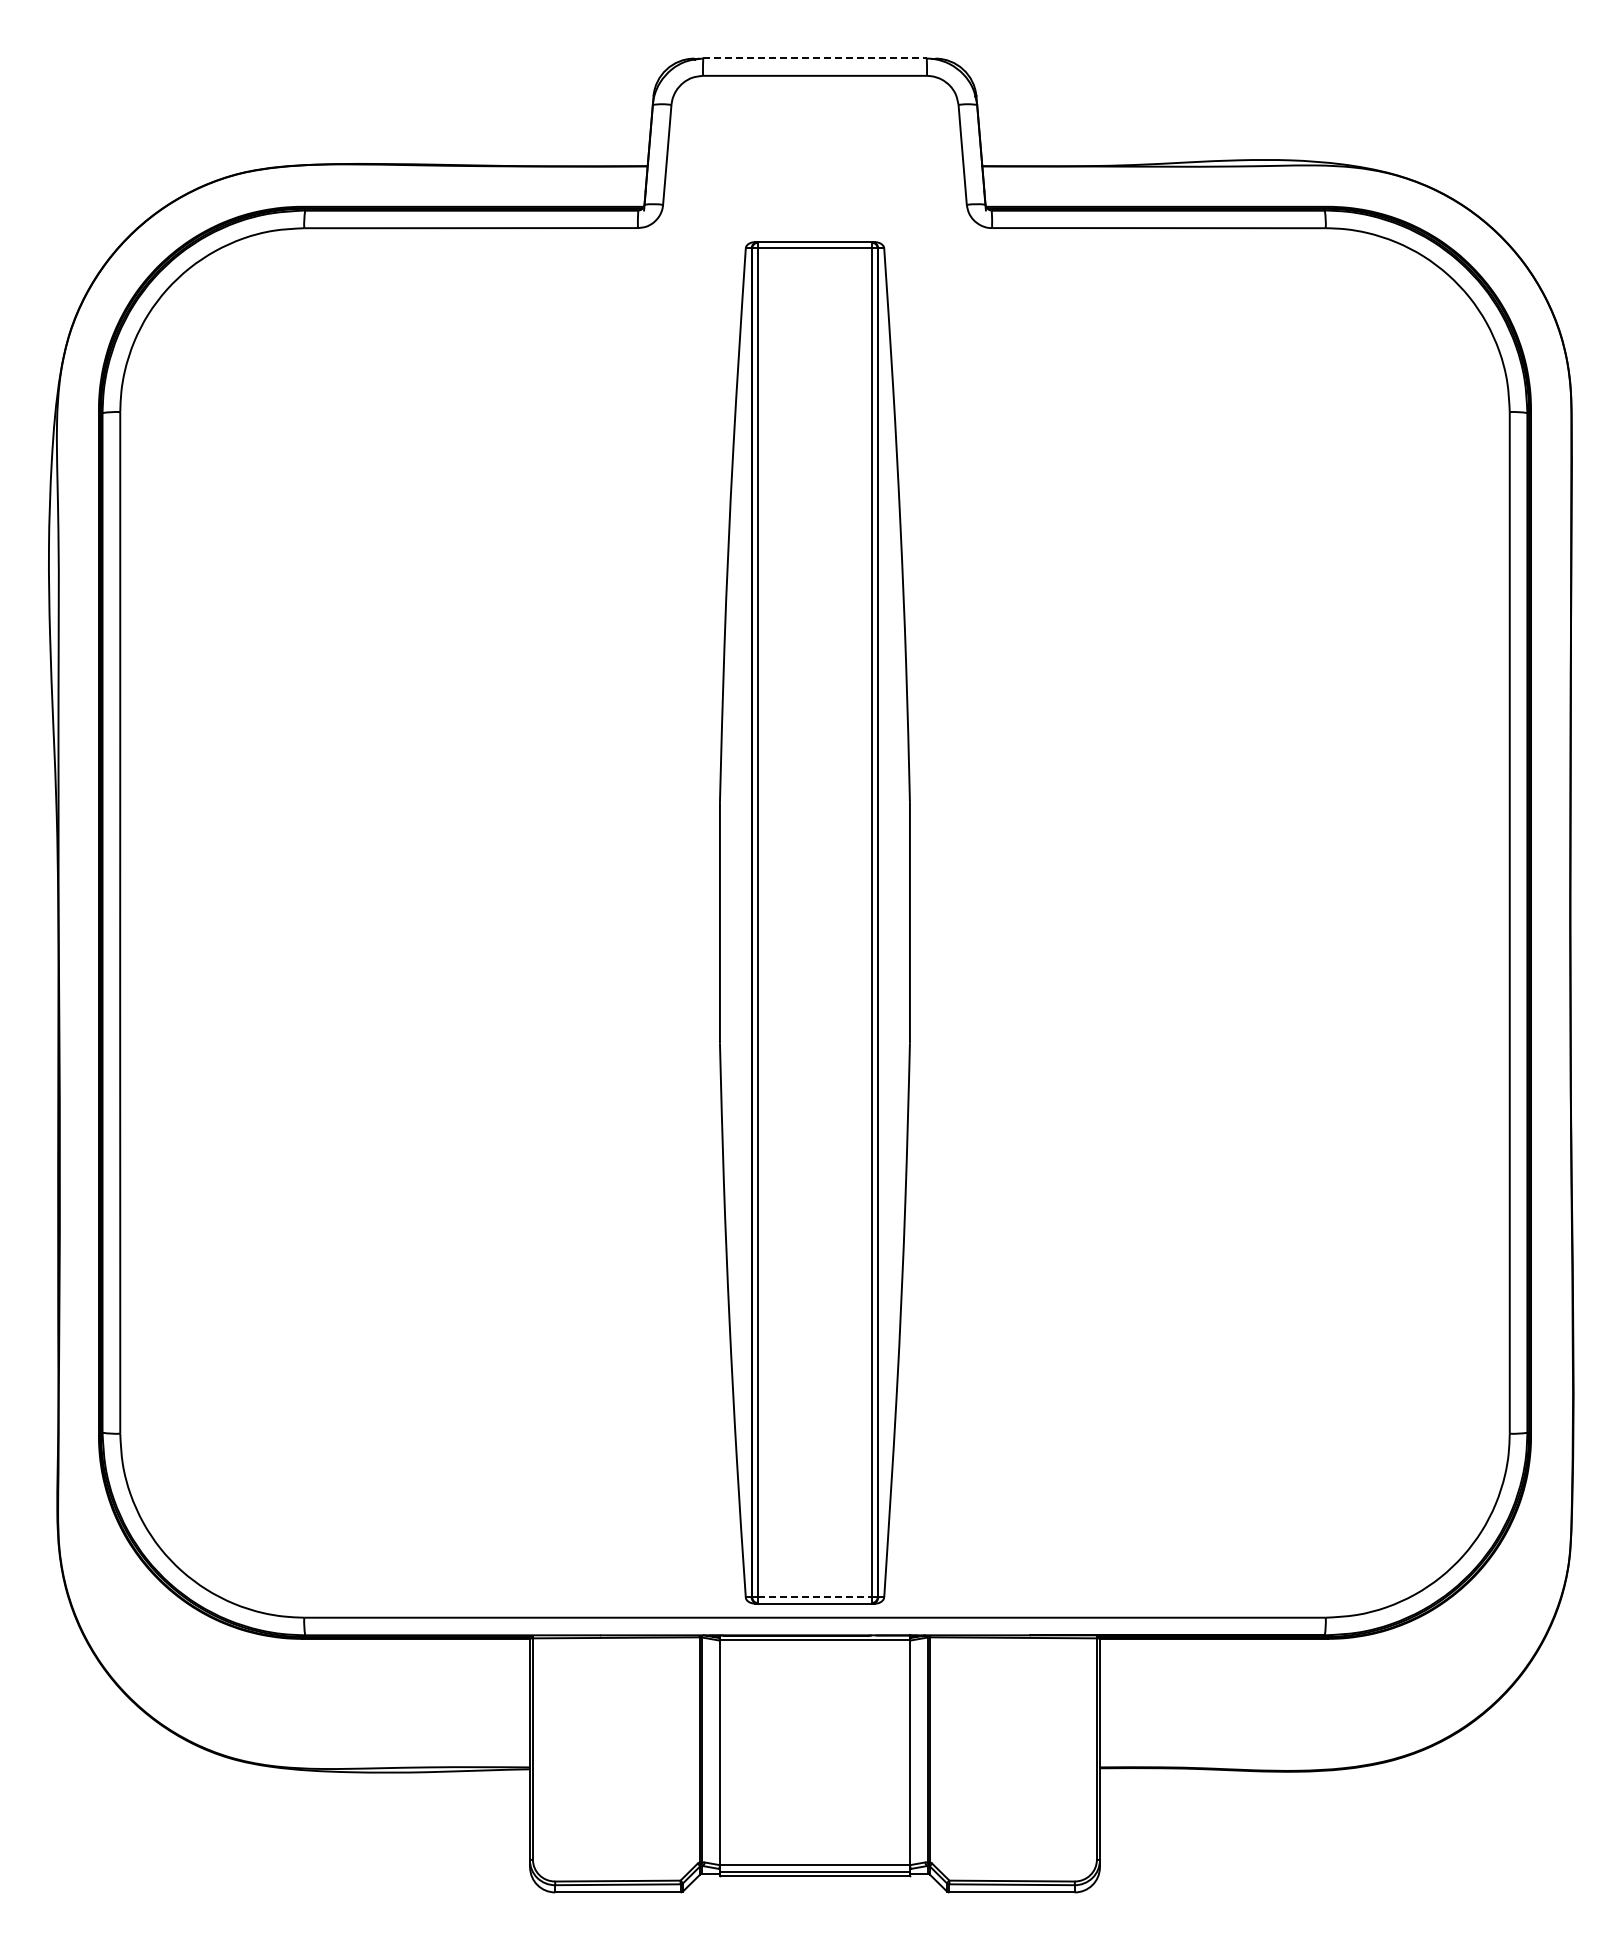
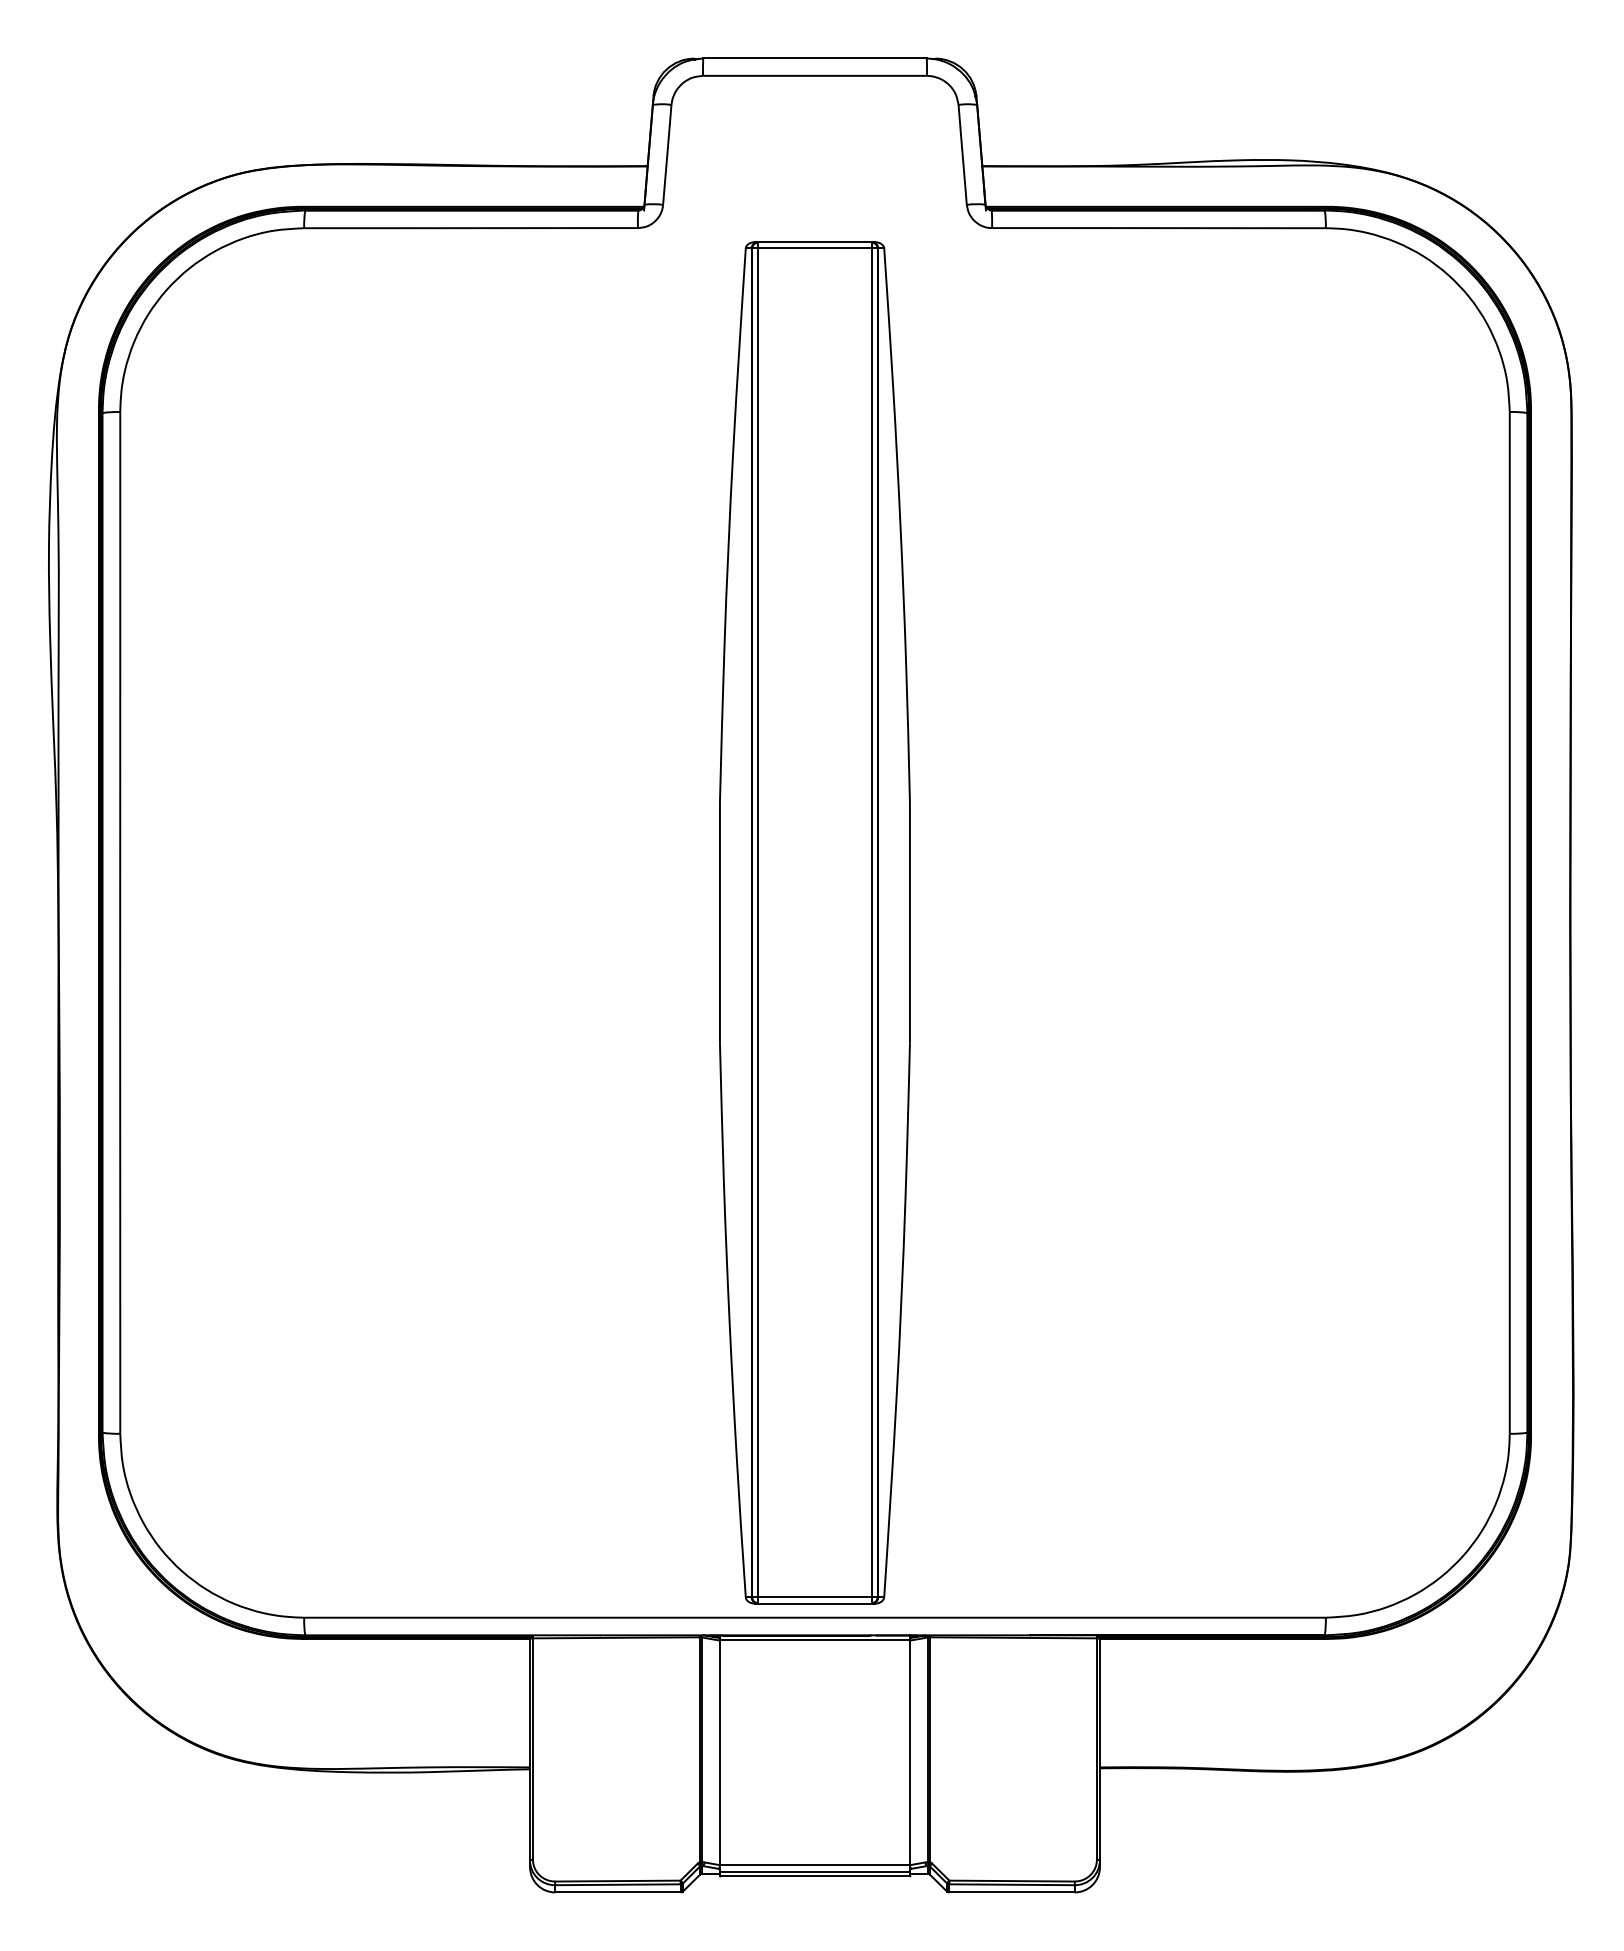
line at (814, 58): dashed -> solid
line at (814, 1597): dashed -> solid
